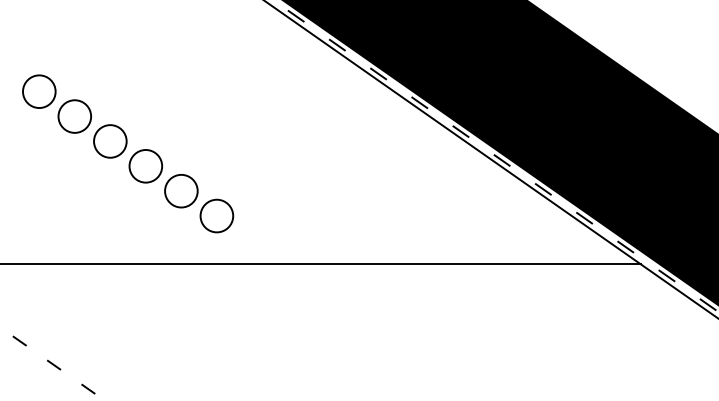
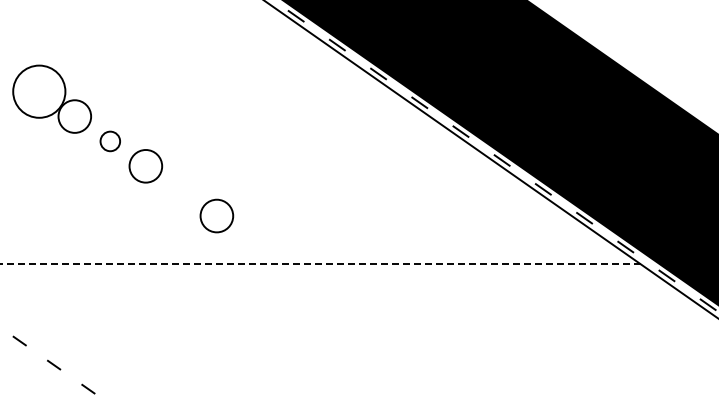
circle at (39, 91) diameter: 33 px -> 52 px
circle at (110, 141) diameter: 33 px -> 20 px
circle at (181, 191): present -> none
line at (320, 264): solid -> dashed
